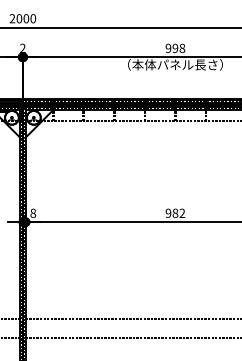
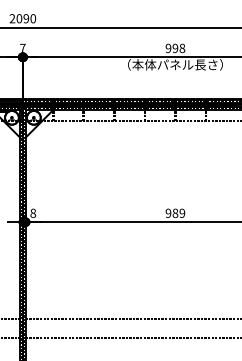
text at (25, 18): 2000 -> 2090
text at (22, 47): 2 -> 7
text at (182, 213): 982 -> 989
